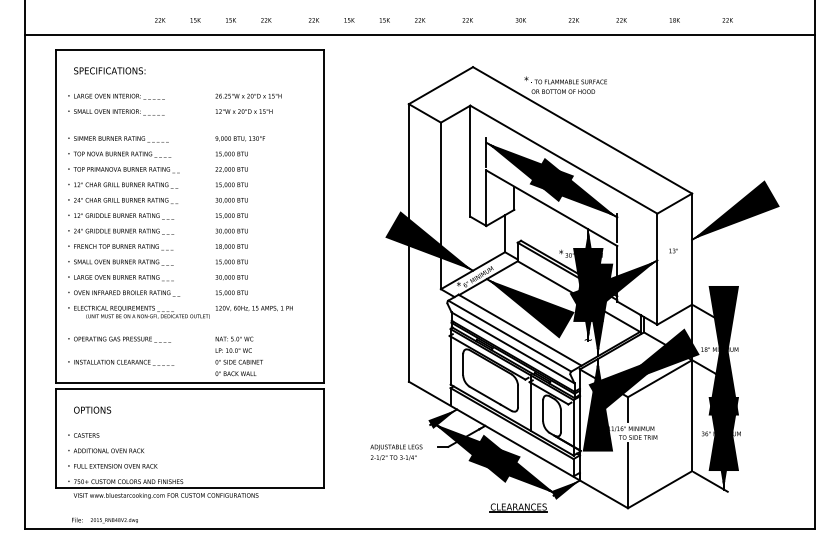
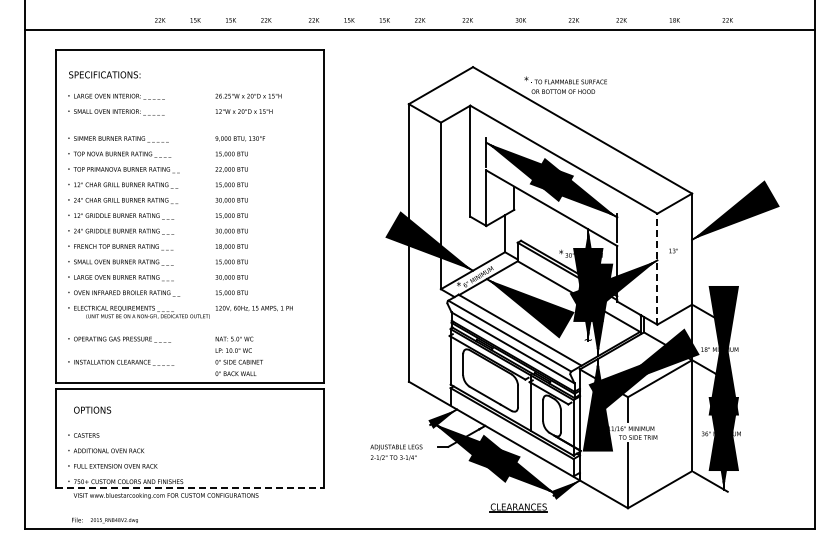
line at (419, 34) position: (419, 34) -> (419, 29)
text at (109, 70) position: (109, 70) -> (104, 74)
line at (657, 269): solid -> dashed
line at (190, 488): solid -> dashed
